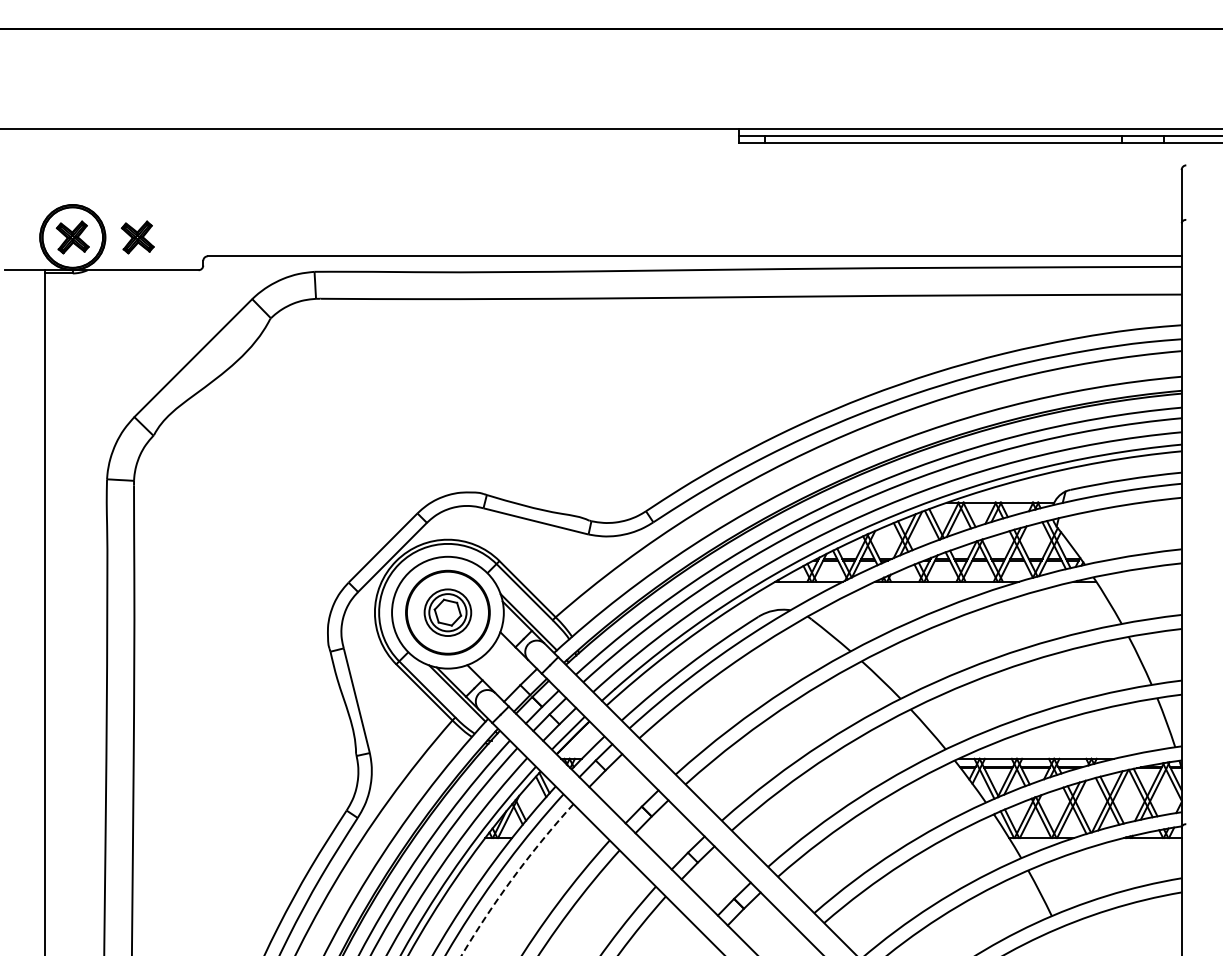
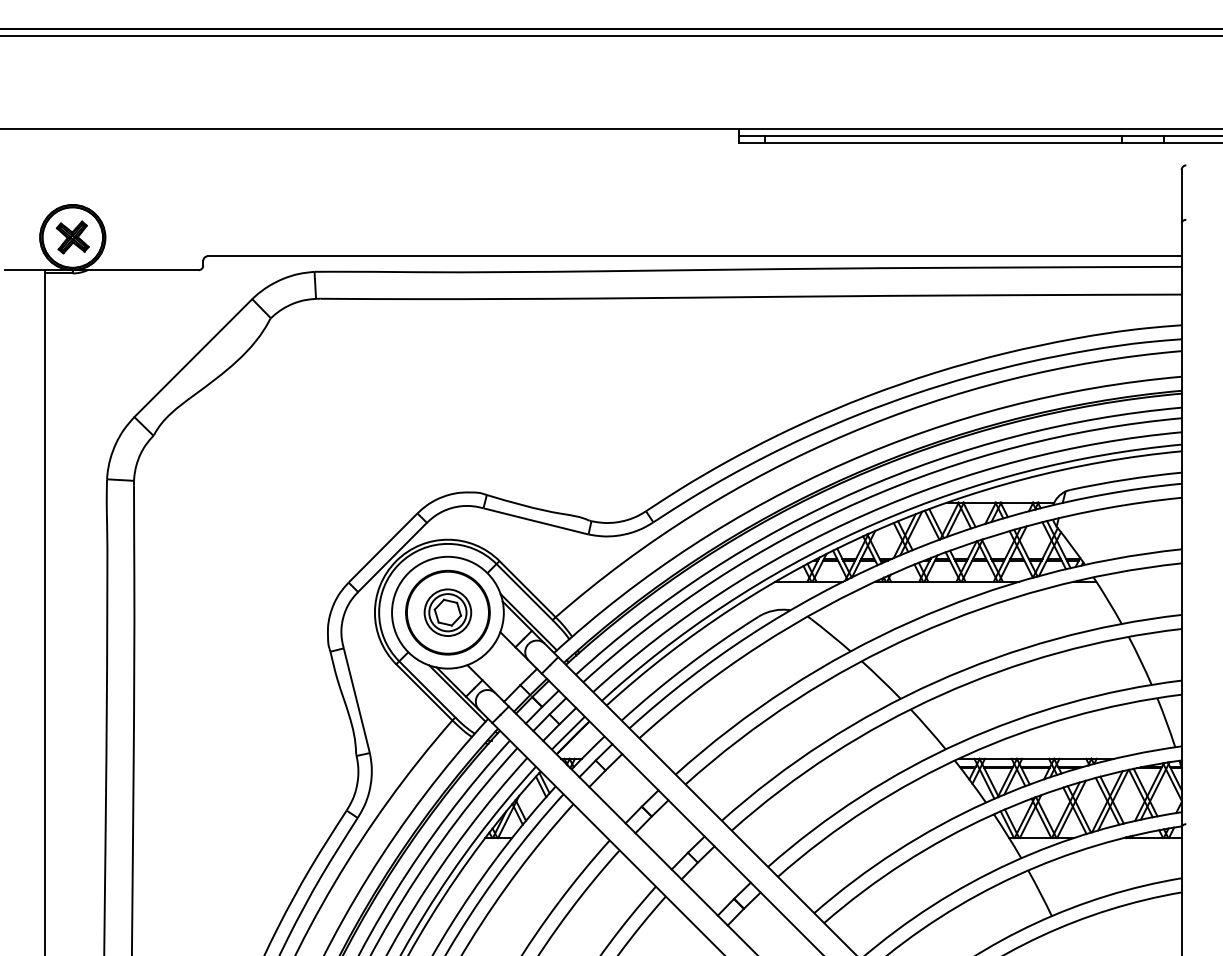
line at (610, 36): none -> present
part at (137, 237): present -> none
arc at (513, 877): dashed -> solid
